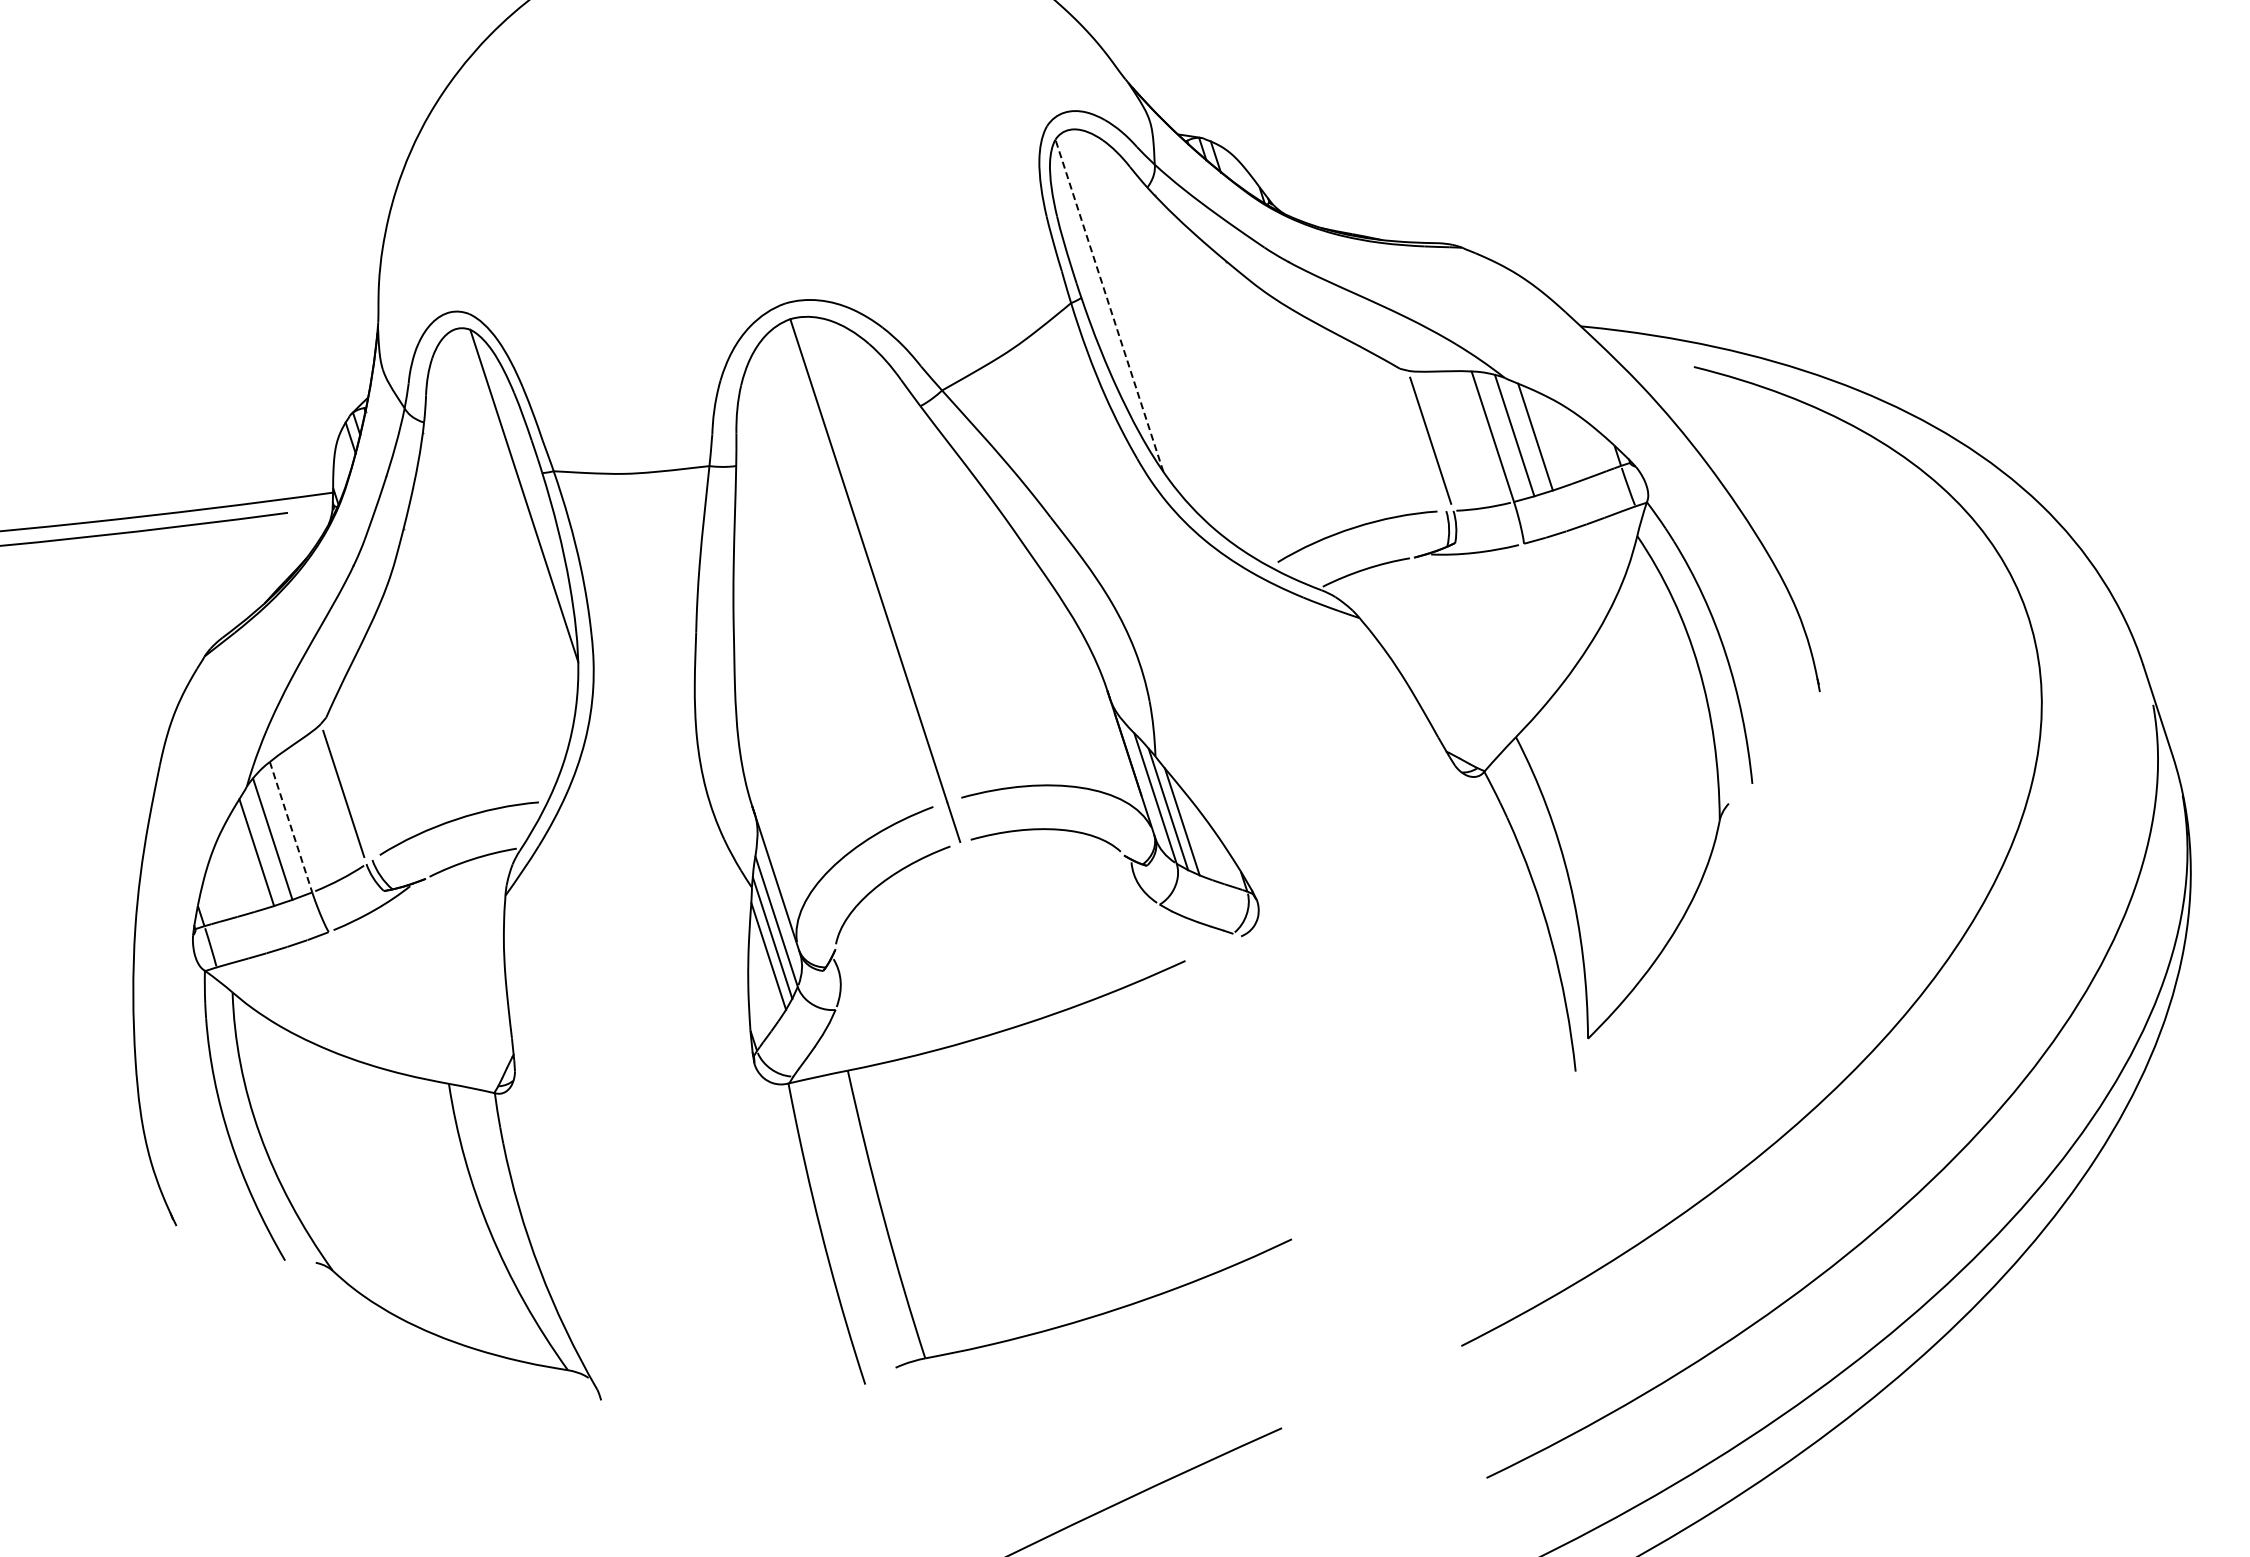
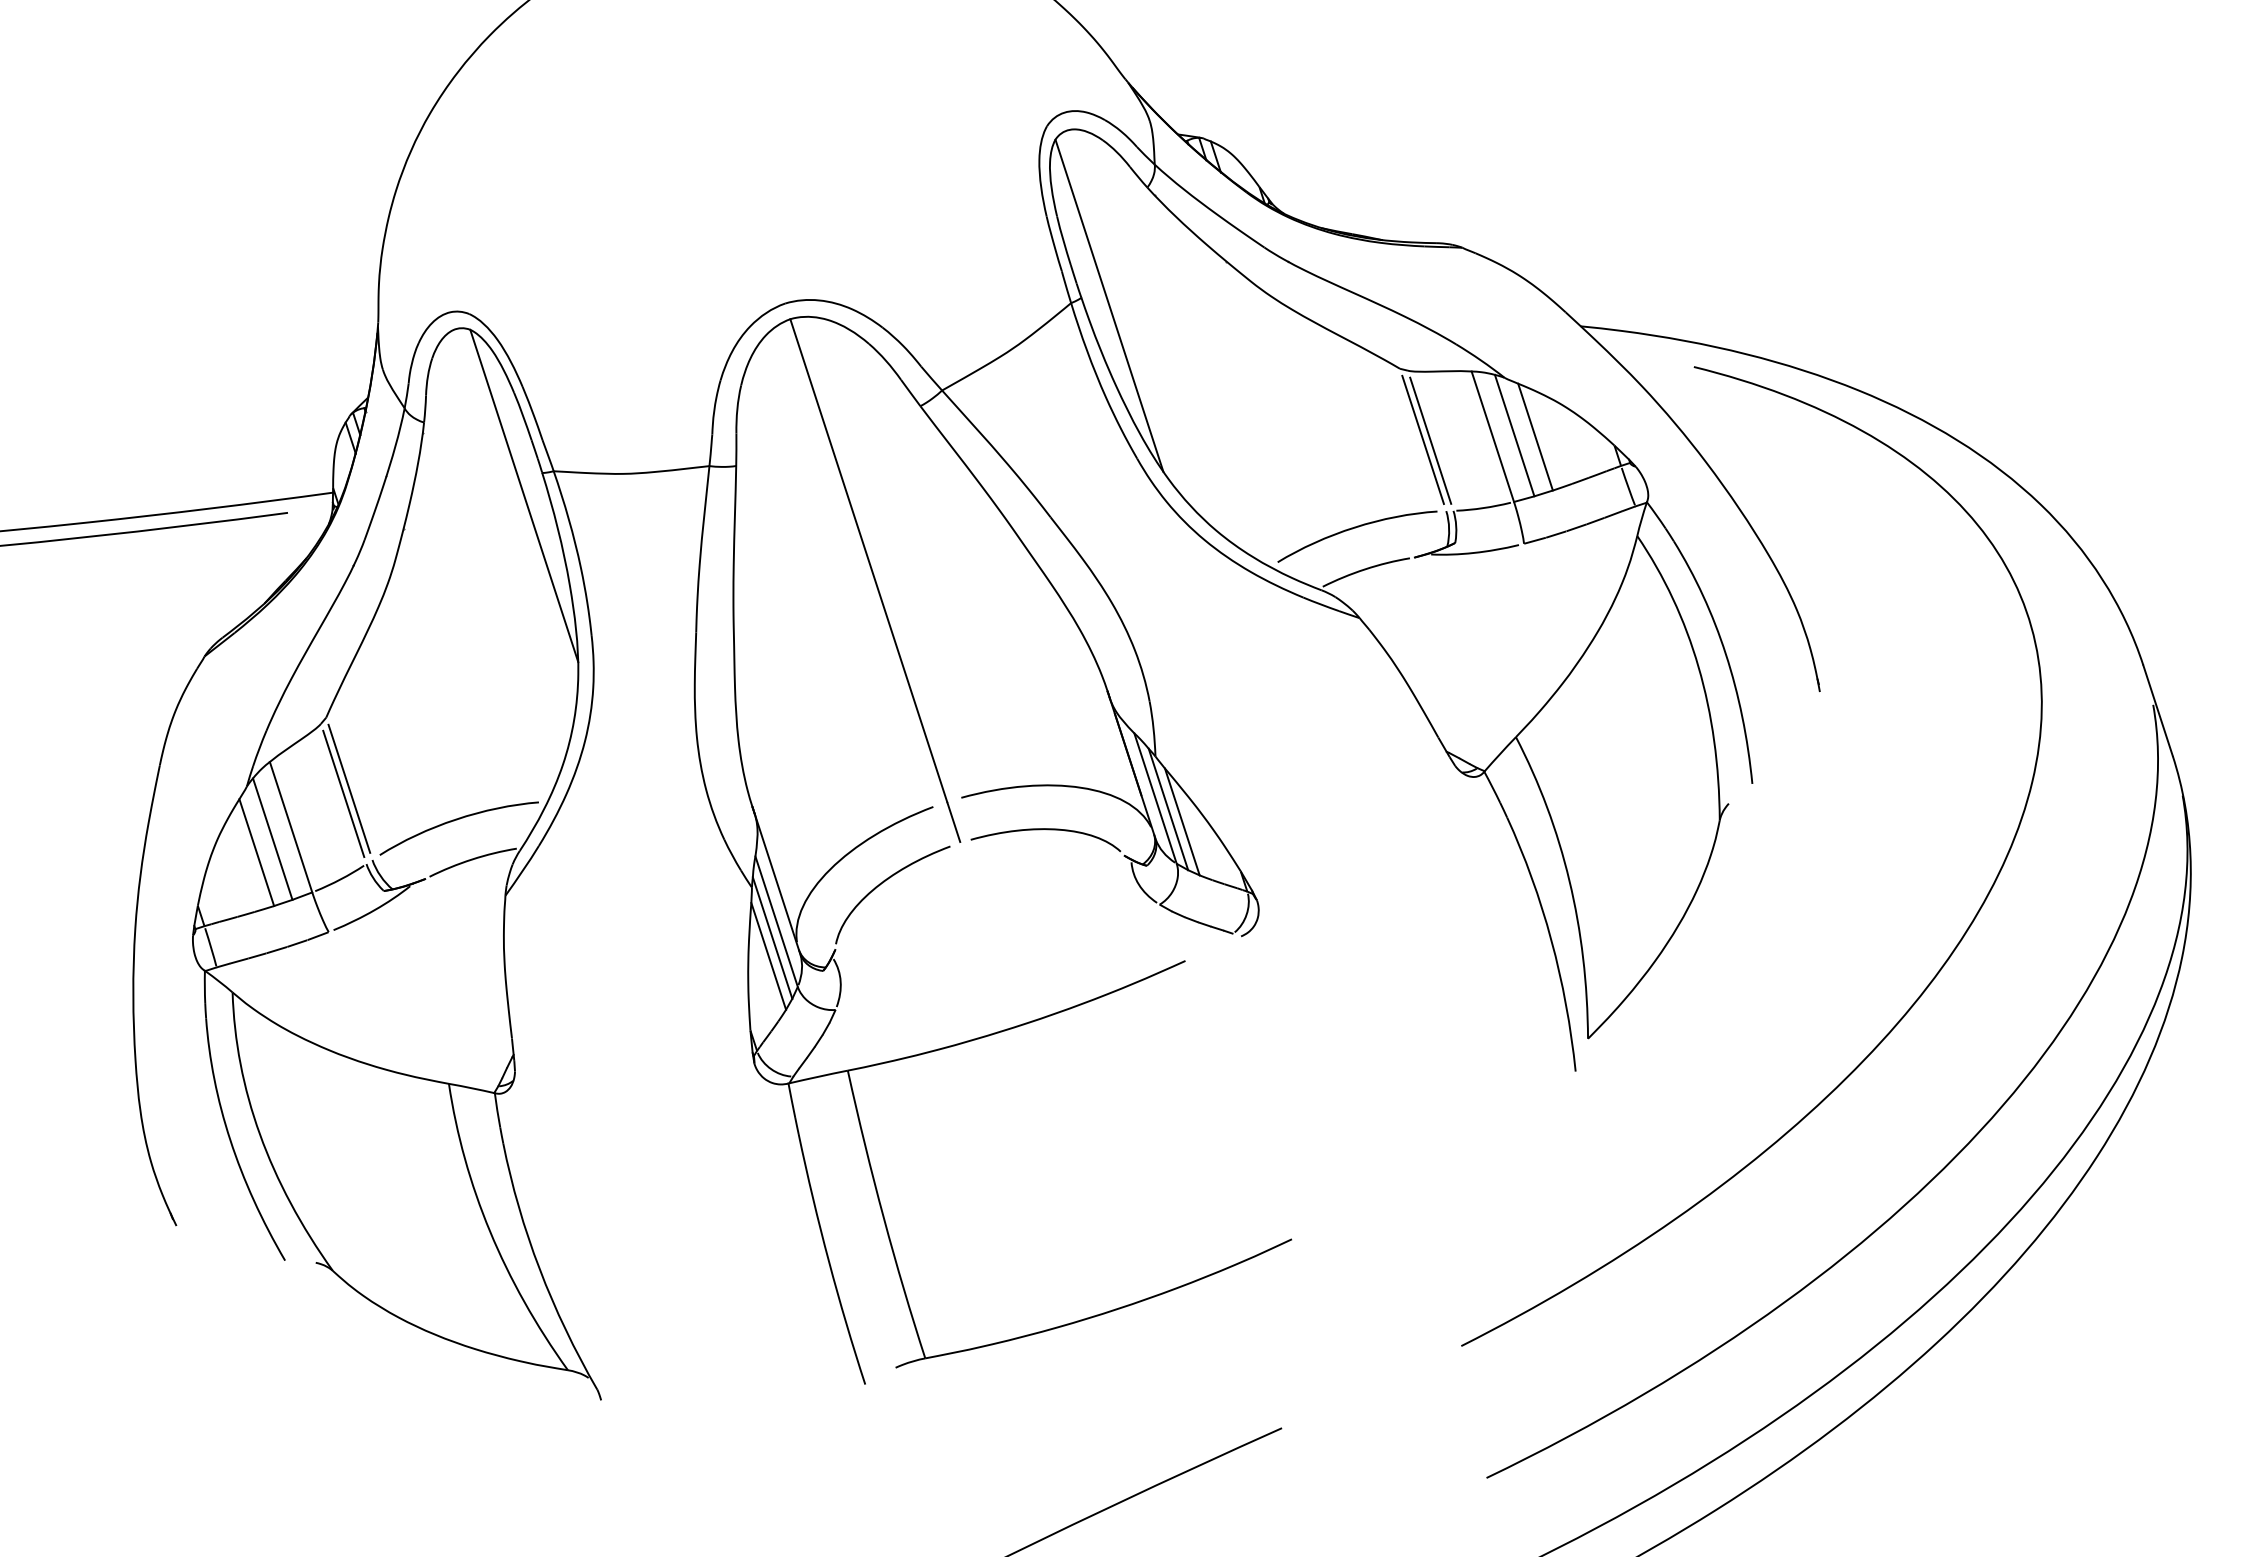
line at (1109, 305): dashed -> solid
line at (1422, 439): none -> present
line at (349, 788): none -> present
line at (291, 827): dashed -> solid
